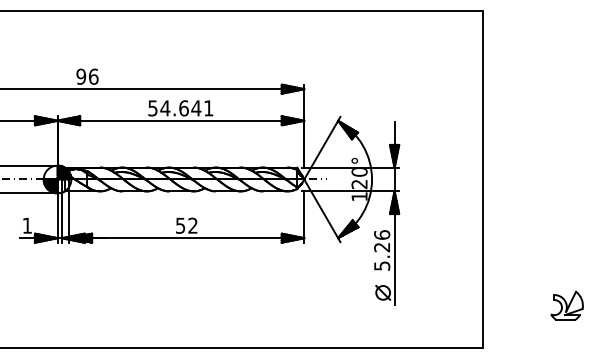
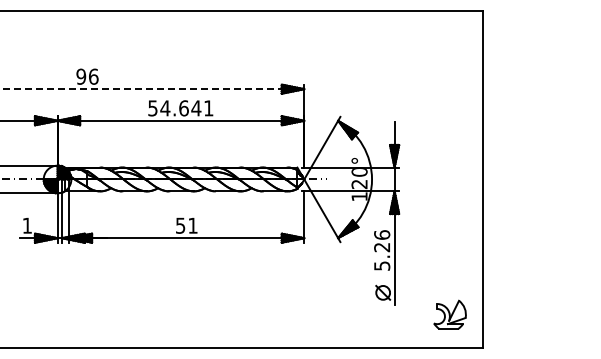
line at (152, 89): solid -> dashed
text at (192, 225): 52 -> 51
part at (566, 305) position: (566, 305) -> (449, 314)
